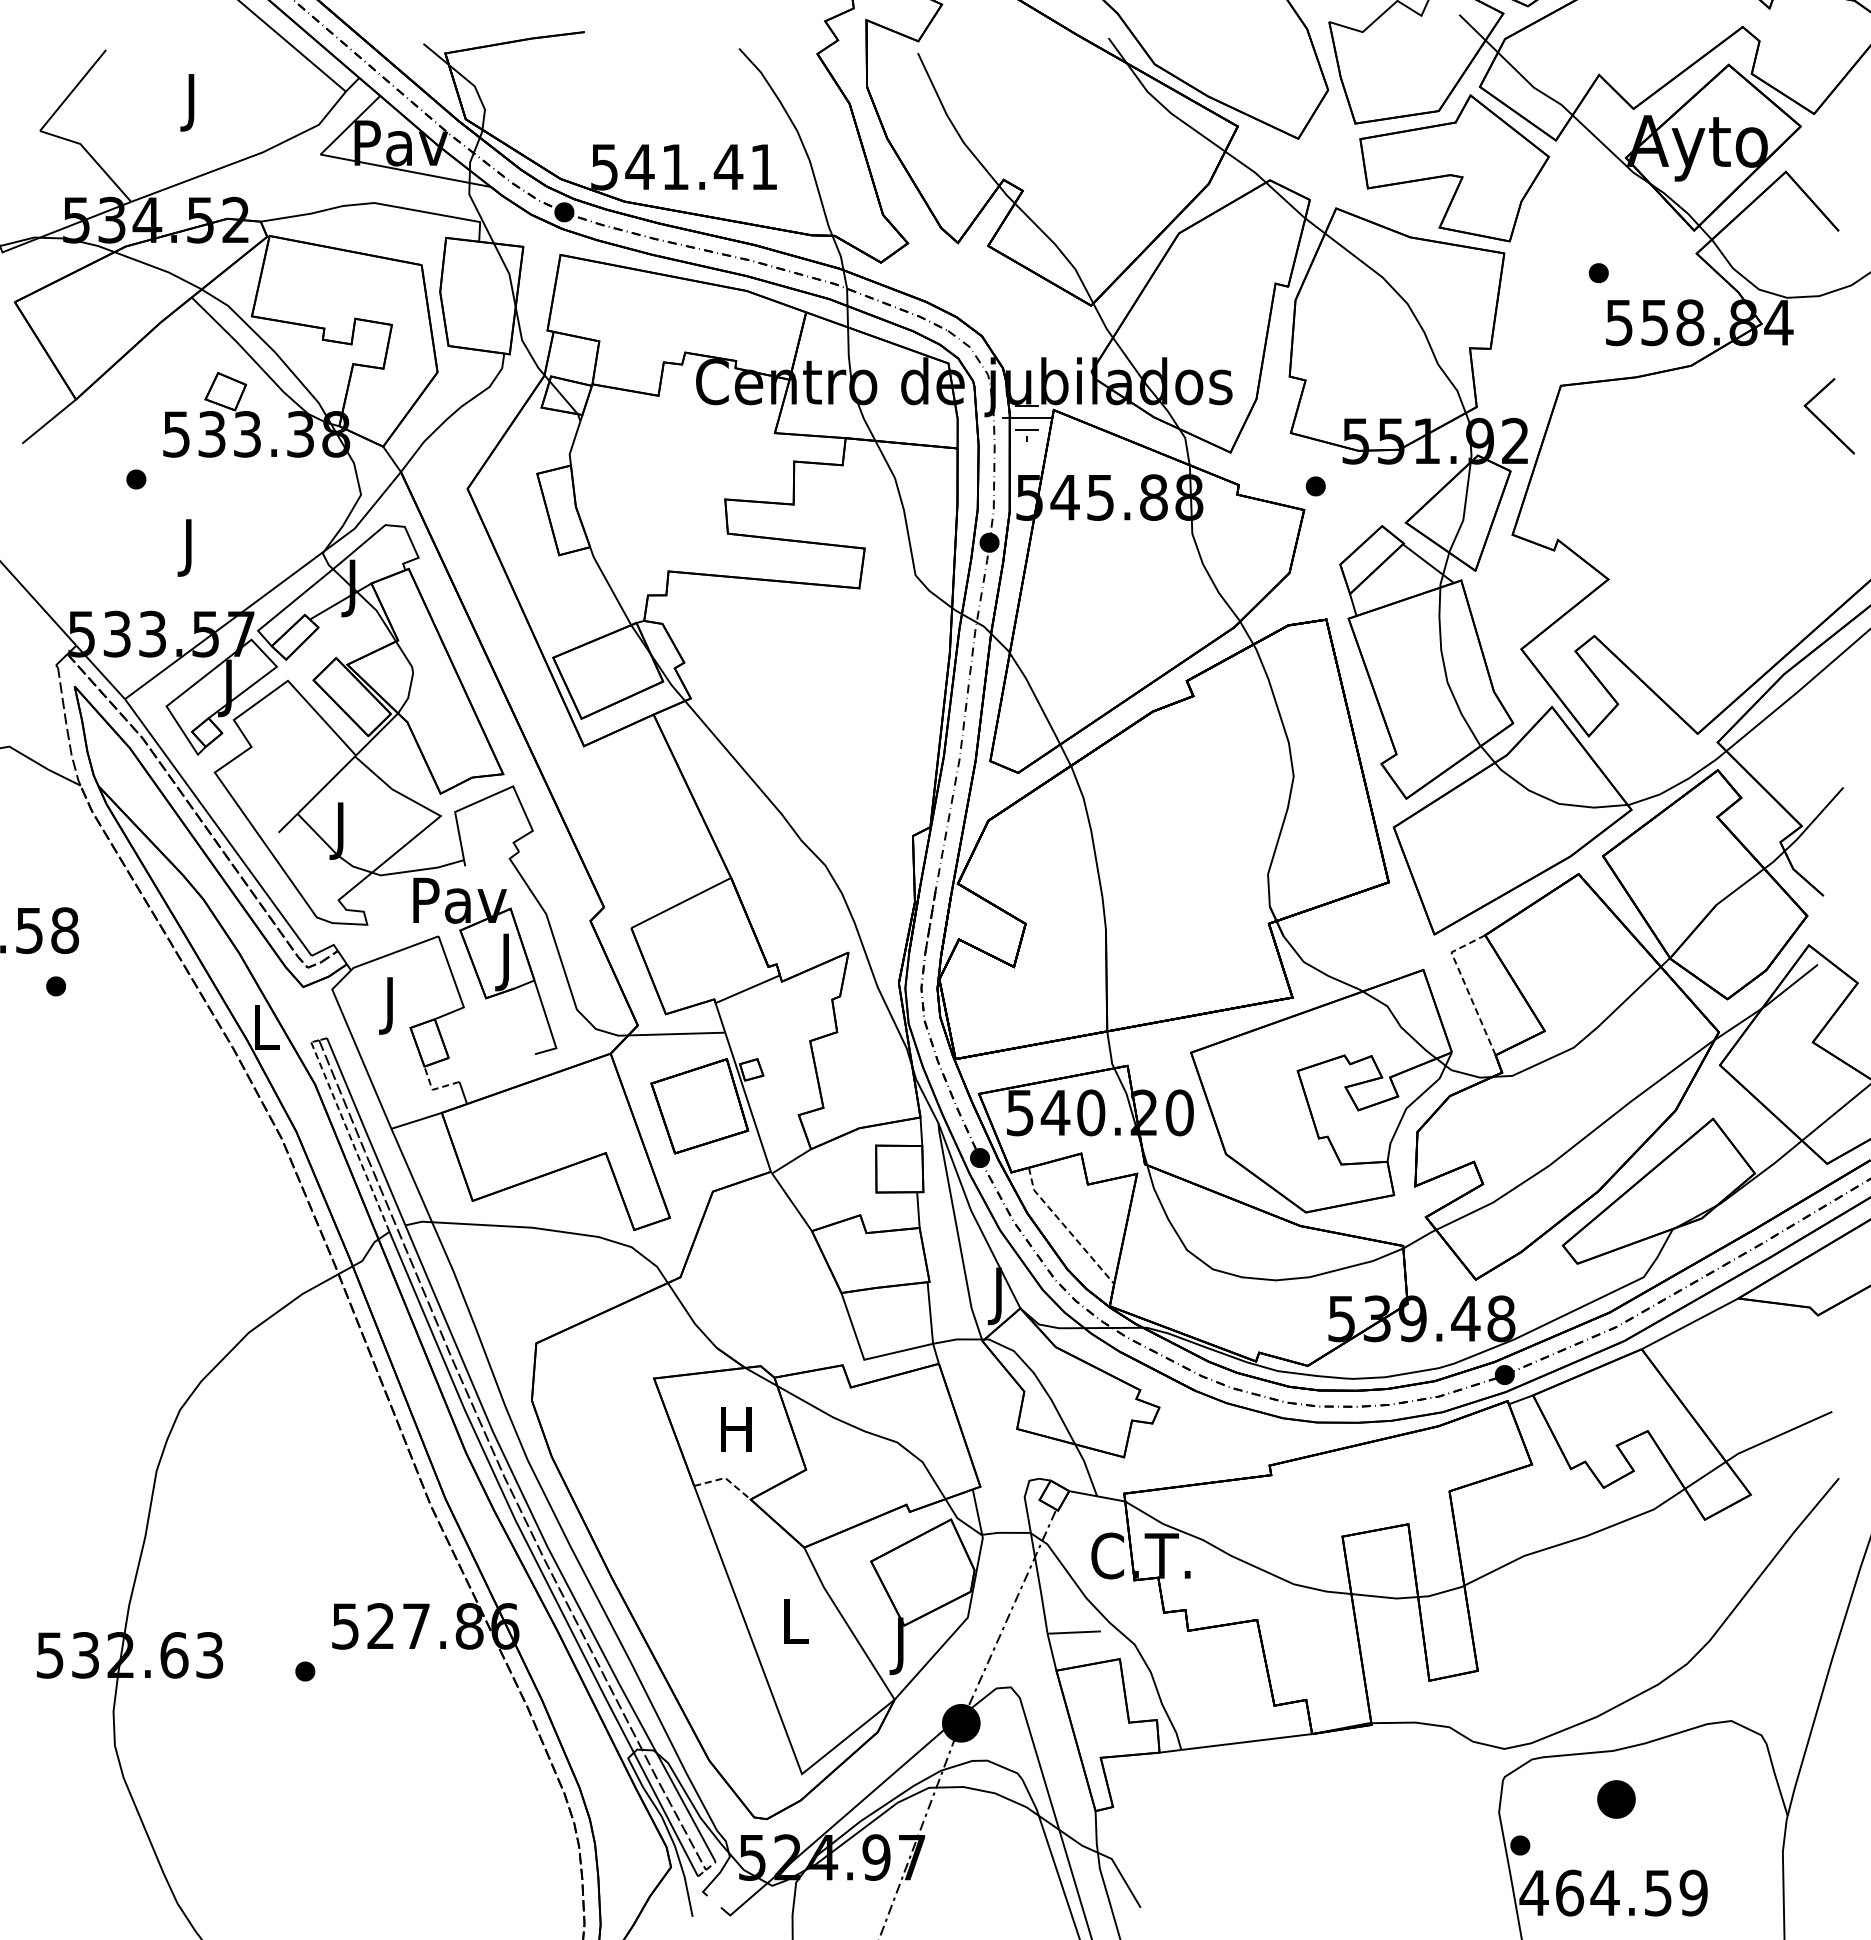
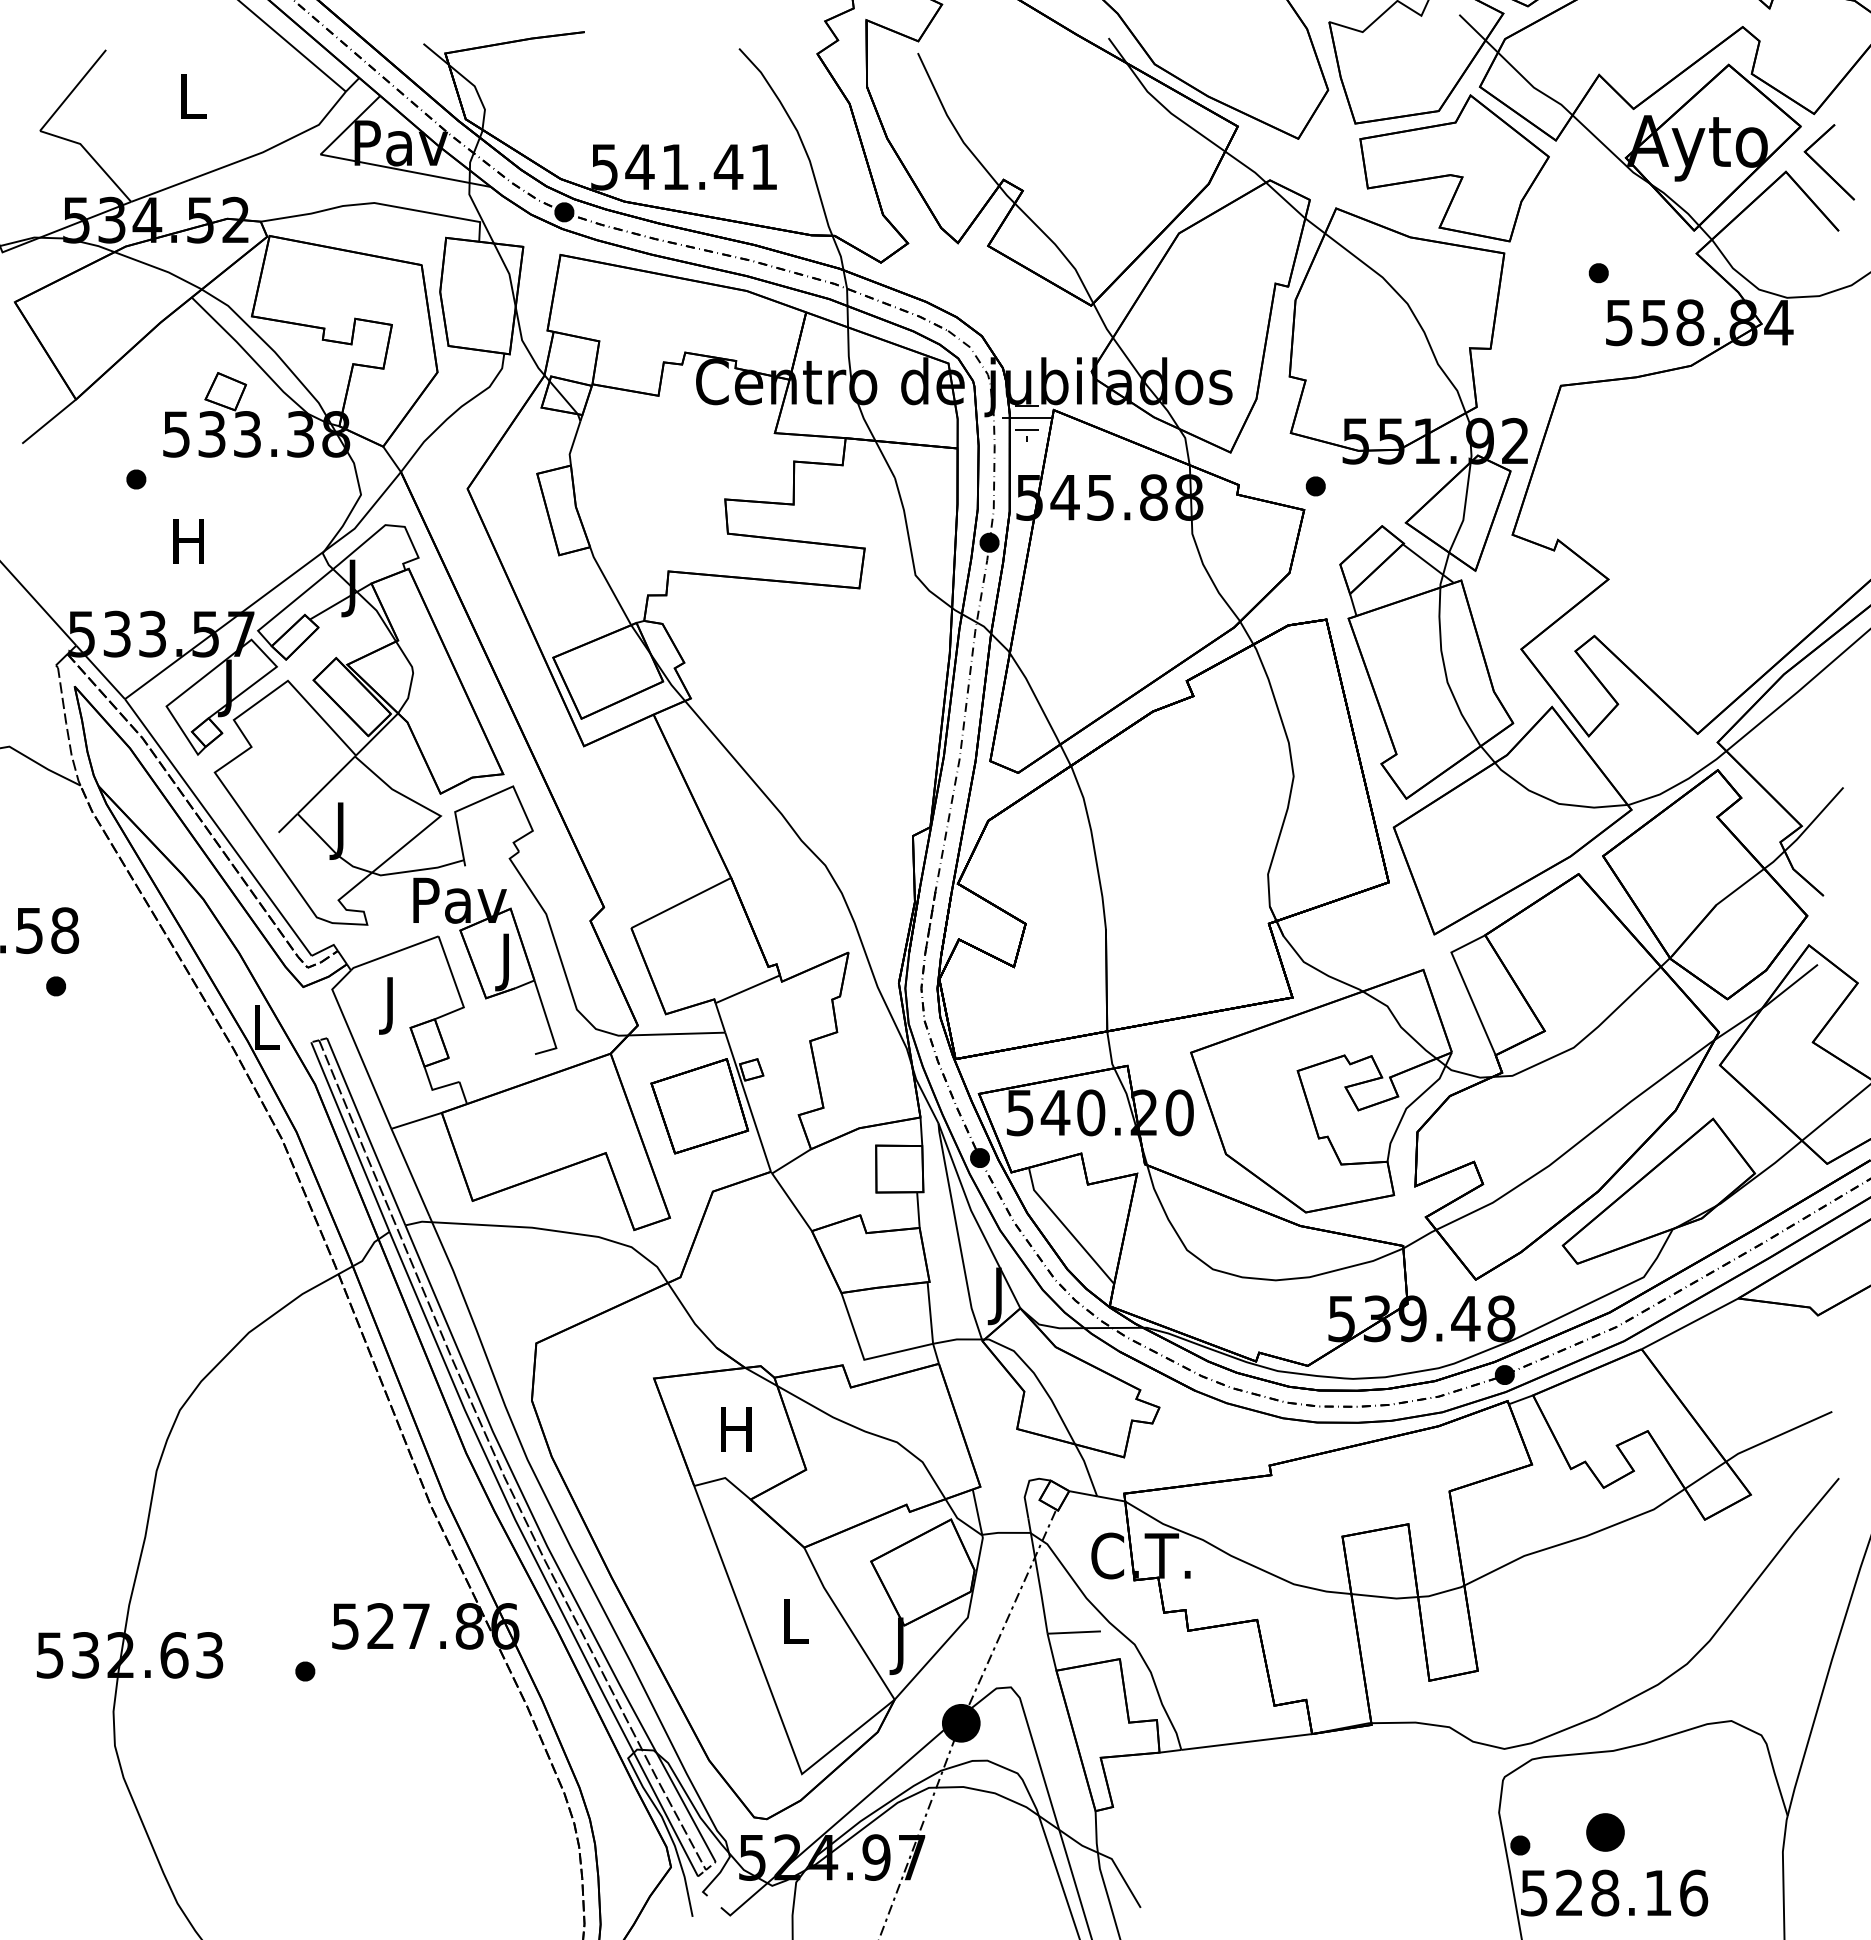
text at (193, 102): J -> L
part at (1822, 421) position: (1822, 421) -> (1822, 167)
text at (188, 547): J -> H
line at (1465, 985): dashed -> solid
line at (433, 1089): dashed -> solid
line at (350, 1137): dashed -> solid
line at (1066, 1227): dashed -> solid
line at (725, 1477): dashed -> solid
part at (1616, 1799) position: (1616, 1799) -> (1605, 1832)
text at (1613, 1892): 464.59 -> 528.16
